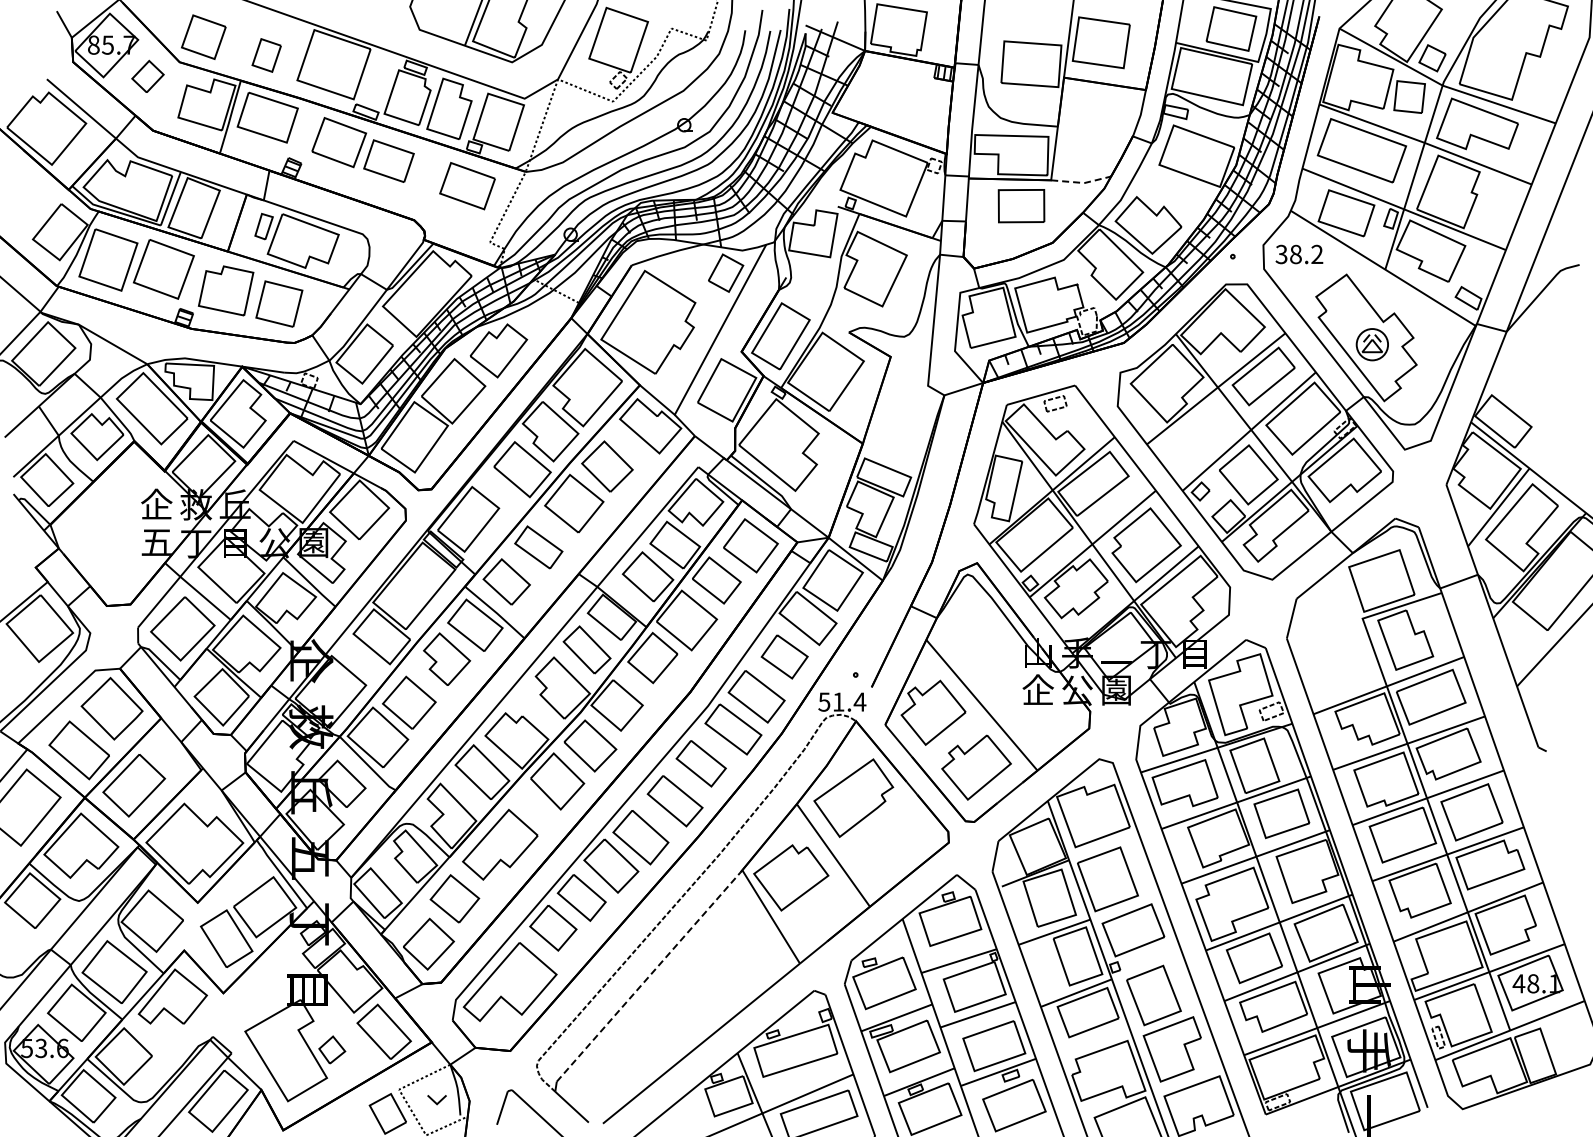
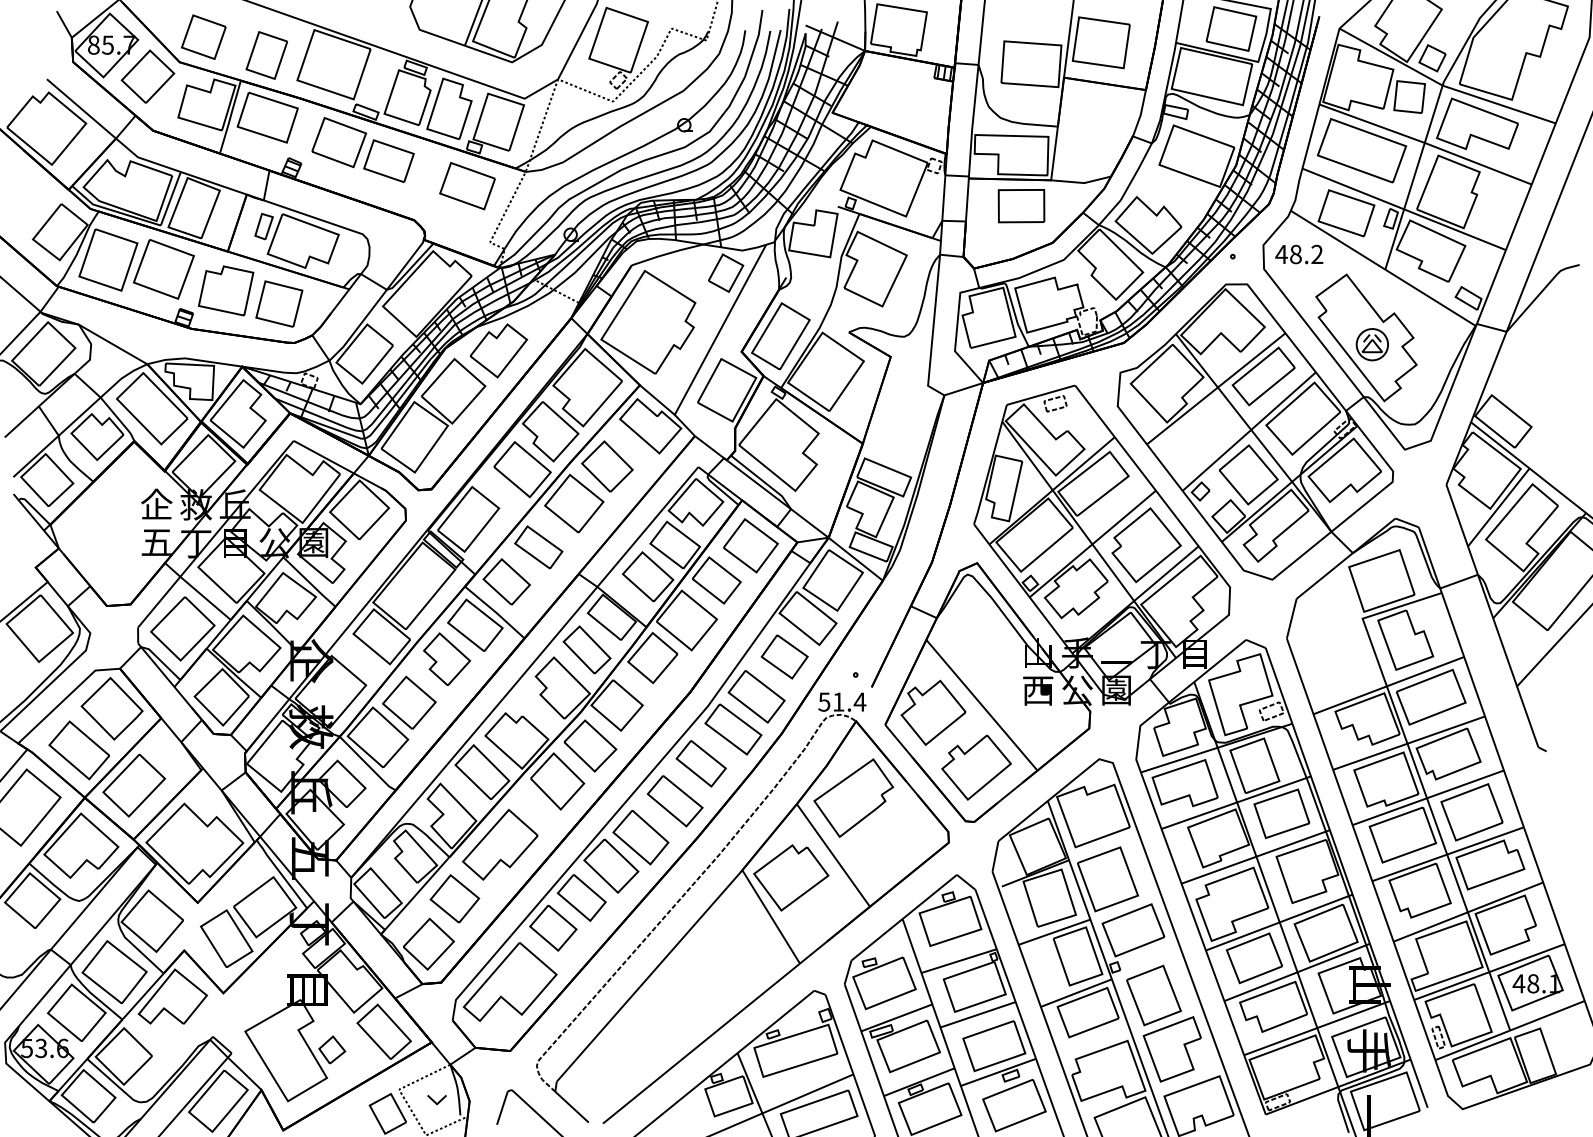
part at (266, 55) size: 31x35 px -> 43x49 px
part at (147, 75) size: 34x34 px -> 56x55 px
line at (1083, 183): dashed -> solid
text at (1281, 254): 38.2 -> 48.2
text at (1037, 689): 企 -> 西
line at (649, 976): dashed -> solid
